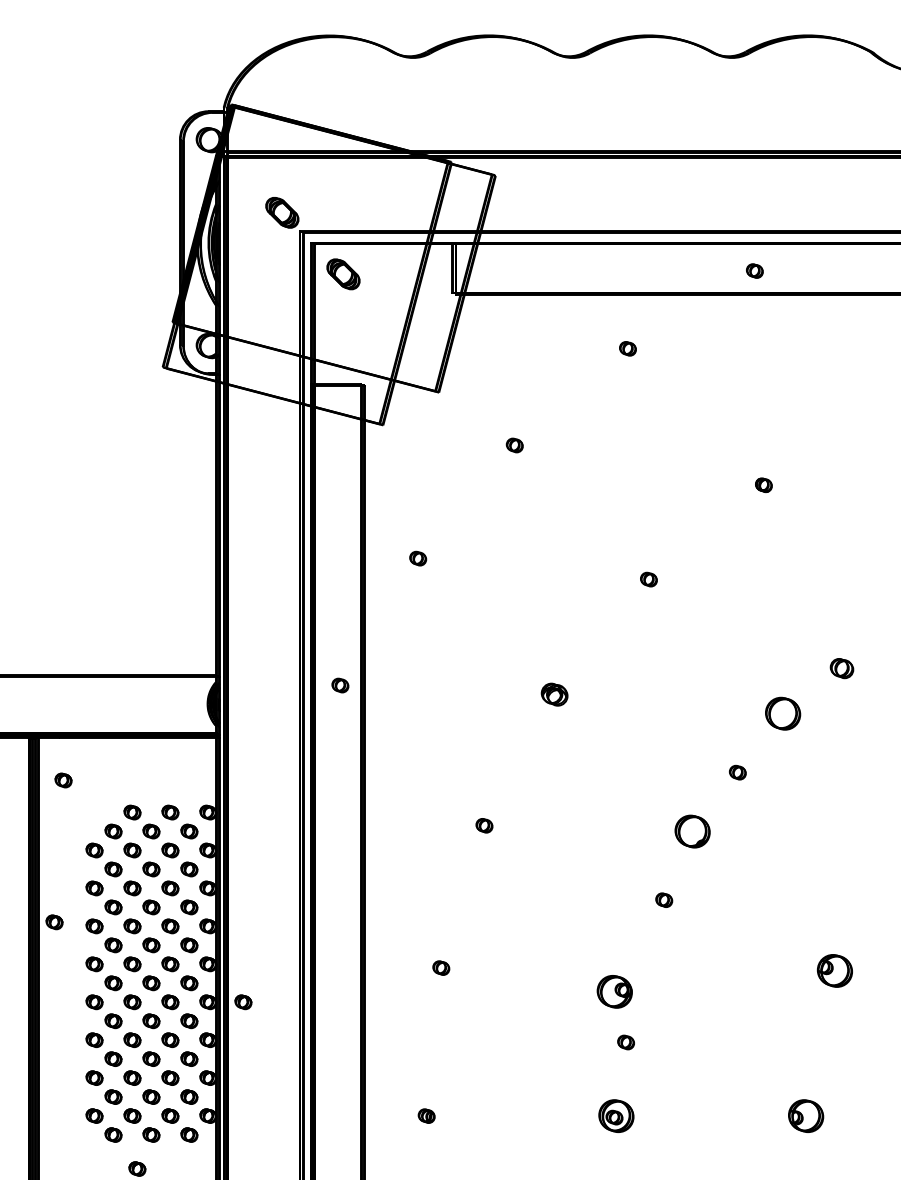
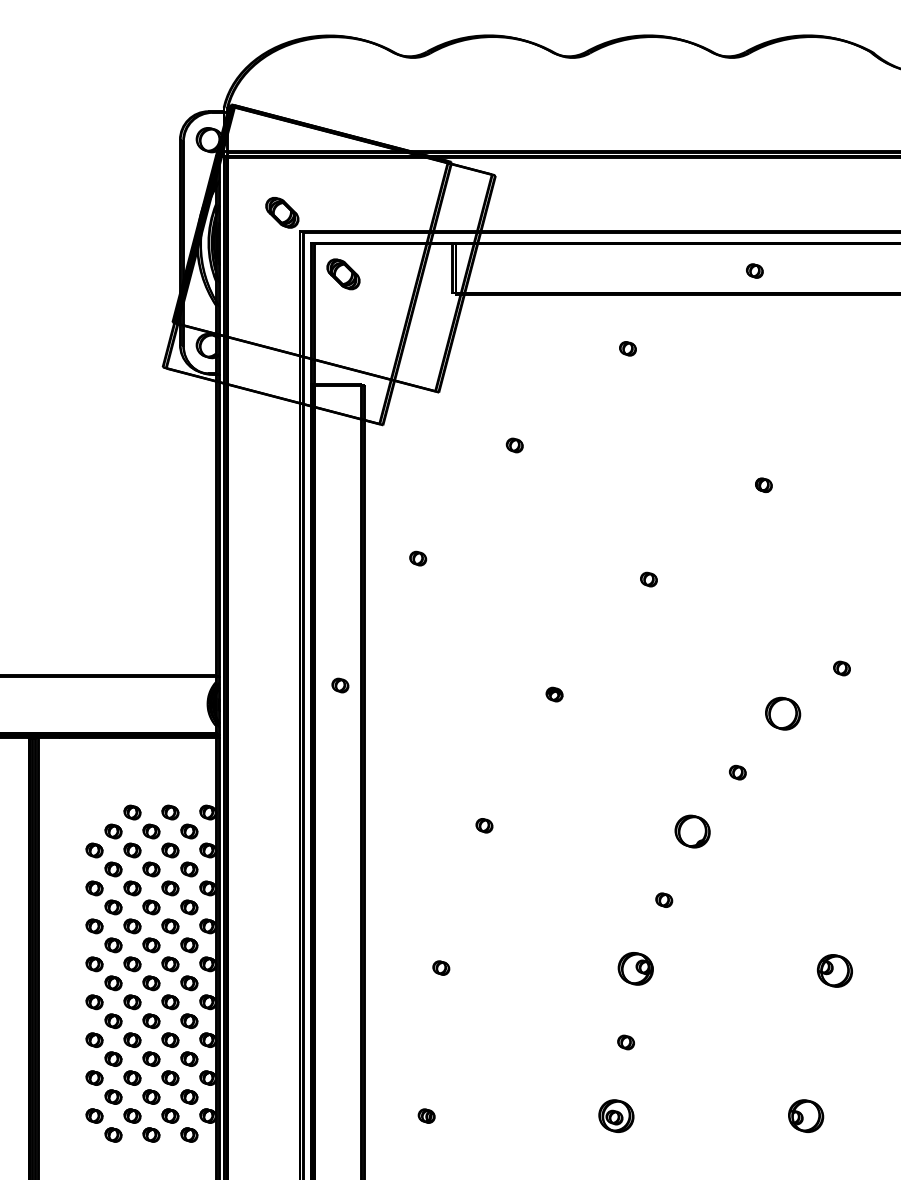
part at (841, 668) size: 26x22 px -> 18x17 px
part at (554, 694) size: 29x25 px -> 19x17 px
part at (63, 780): present -> none
part at (54, 922): present -> none
part at (614, 991) position: (614, 991) -> (635, 968)
part at (243, 1002): present -> none
part at (137, 1168): present -> none
